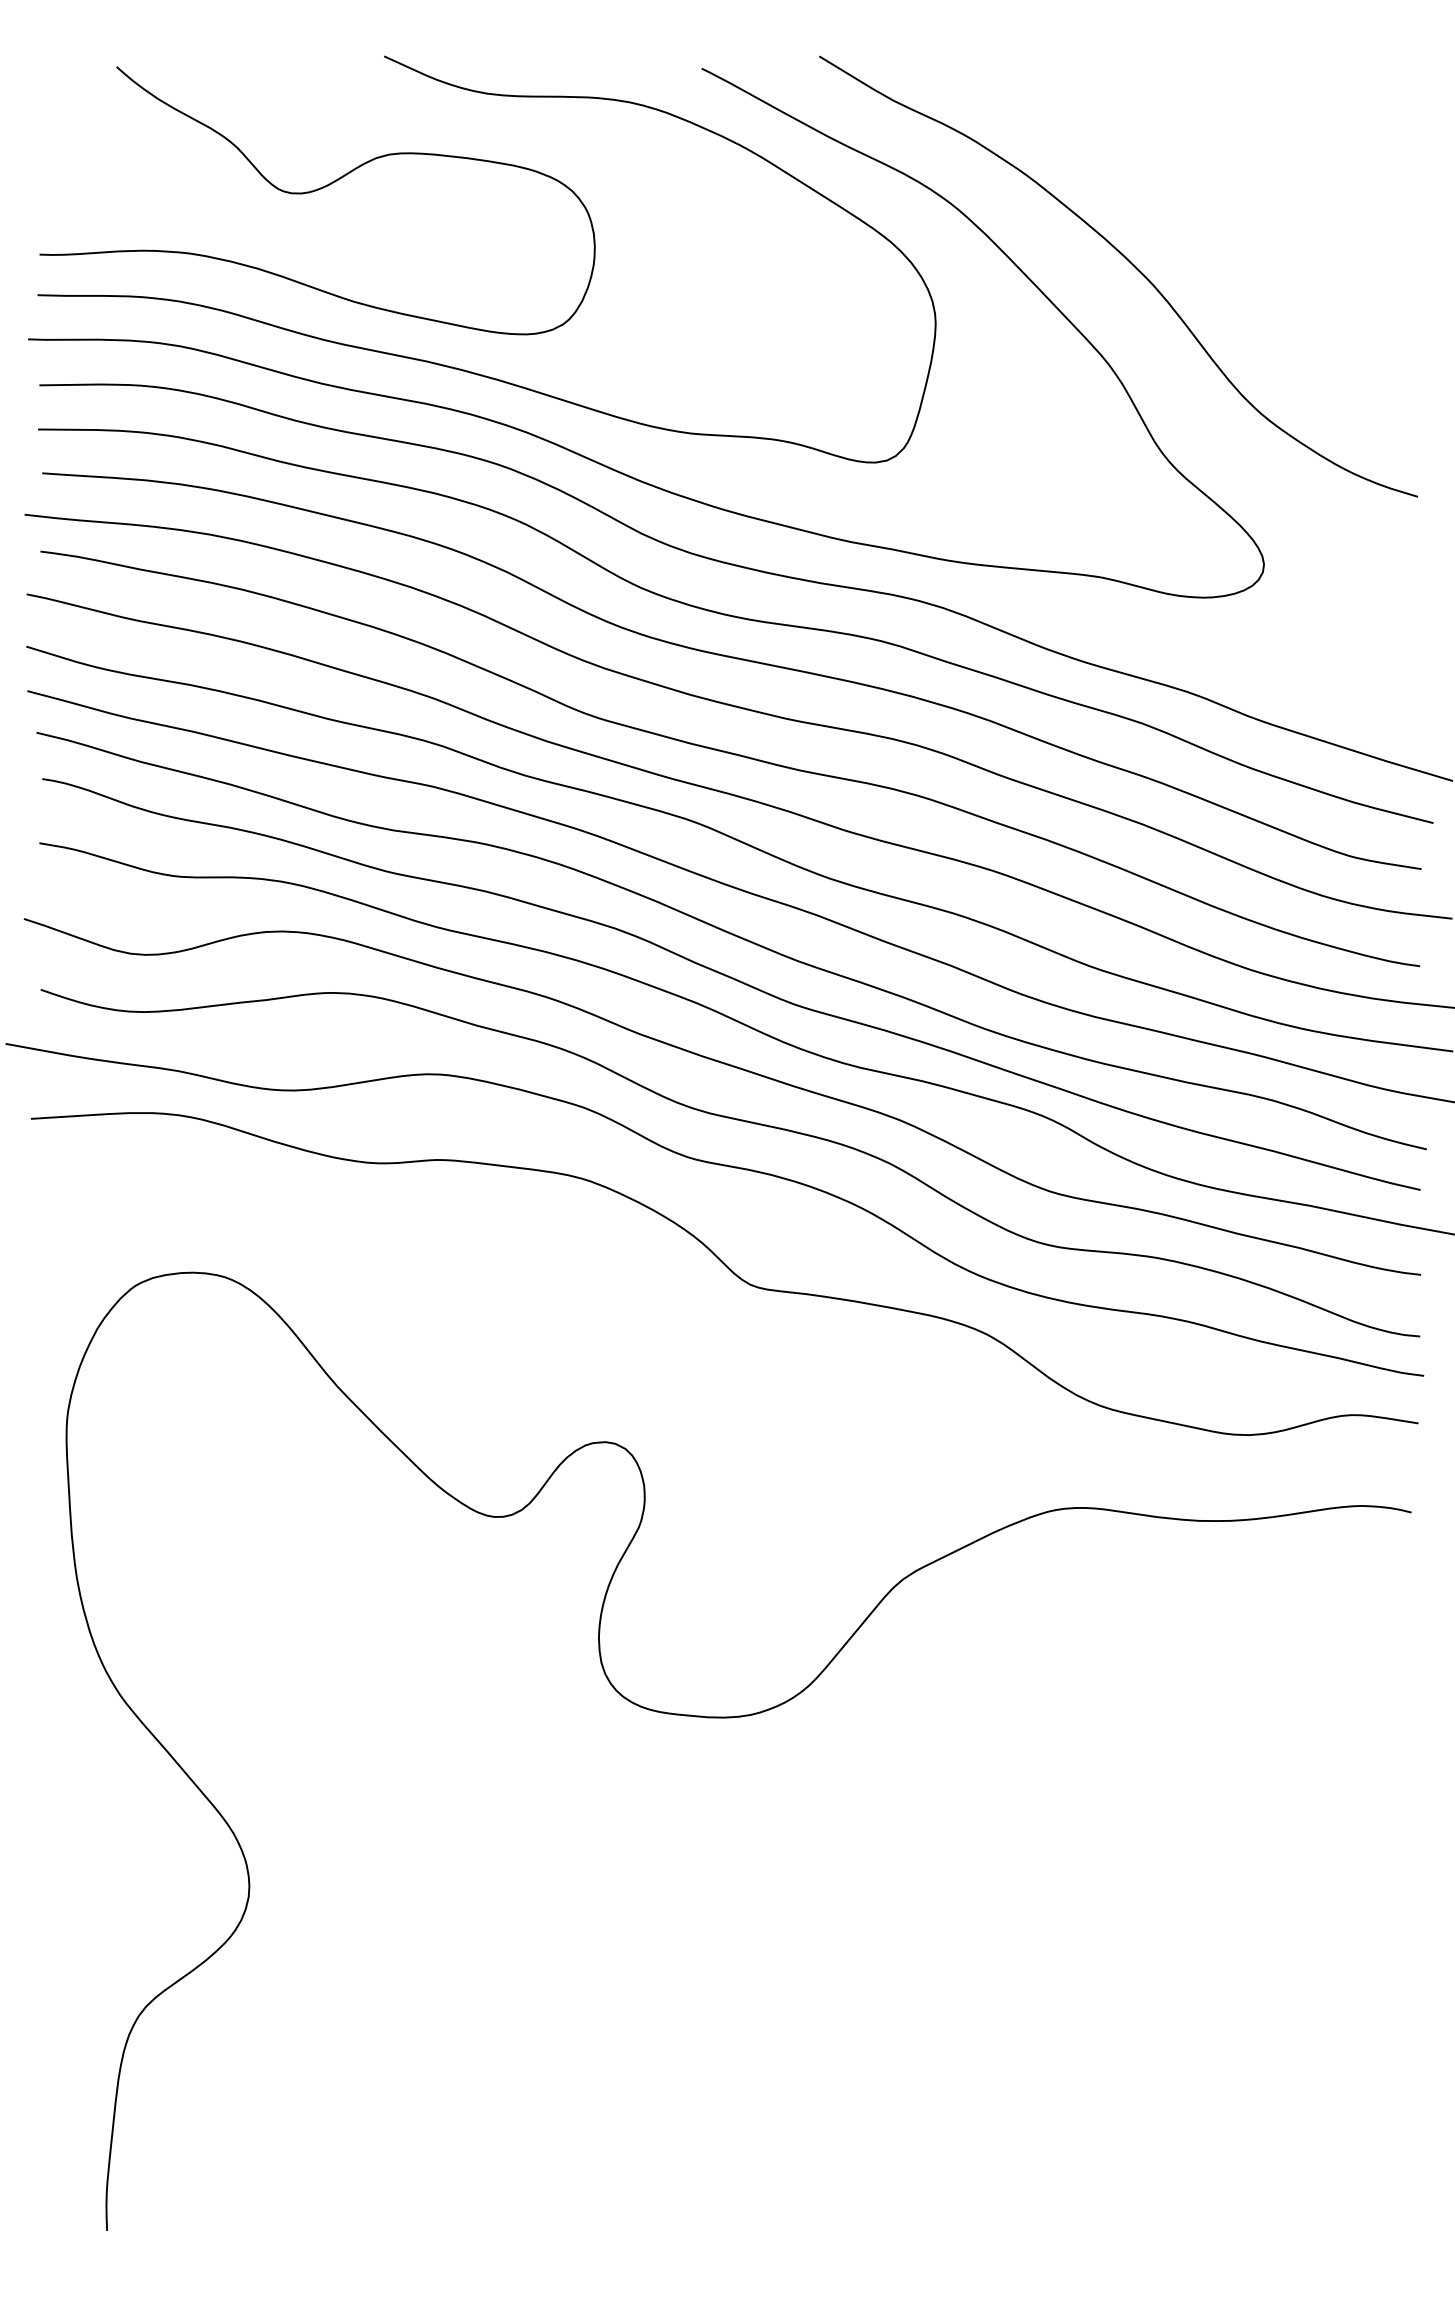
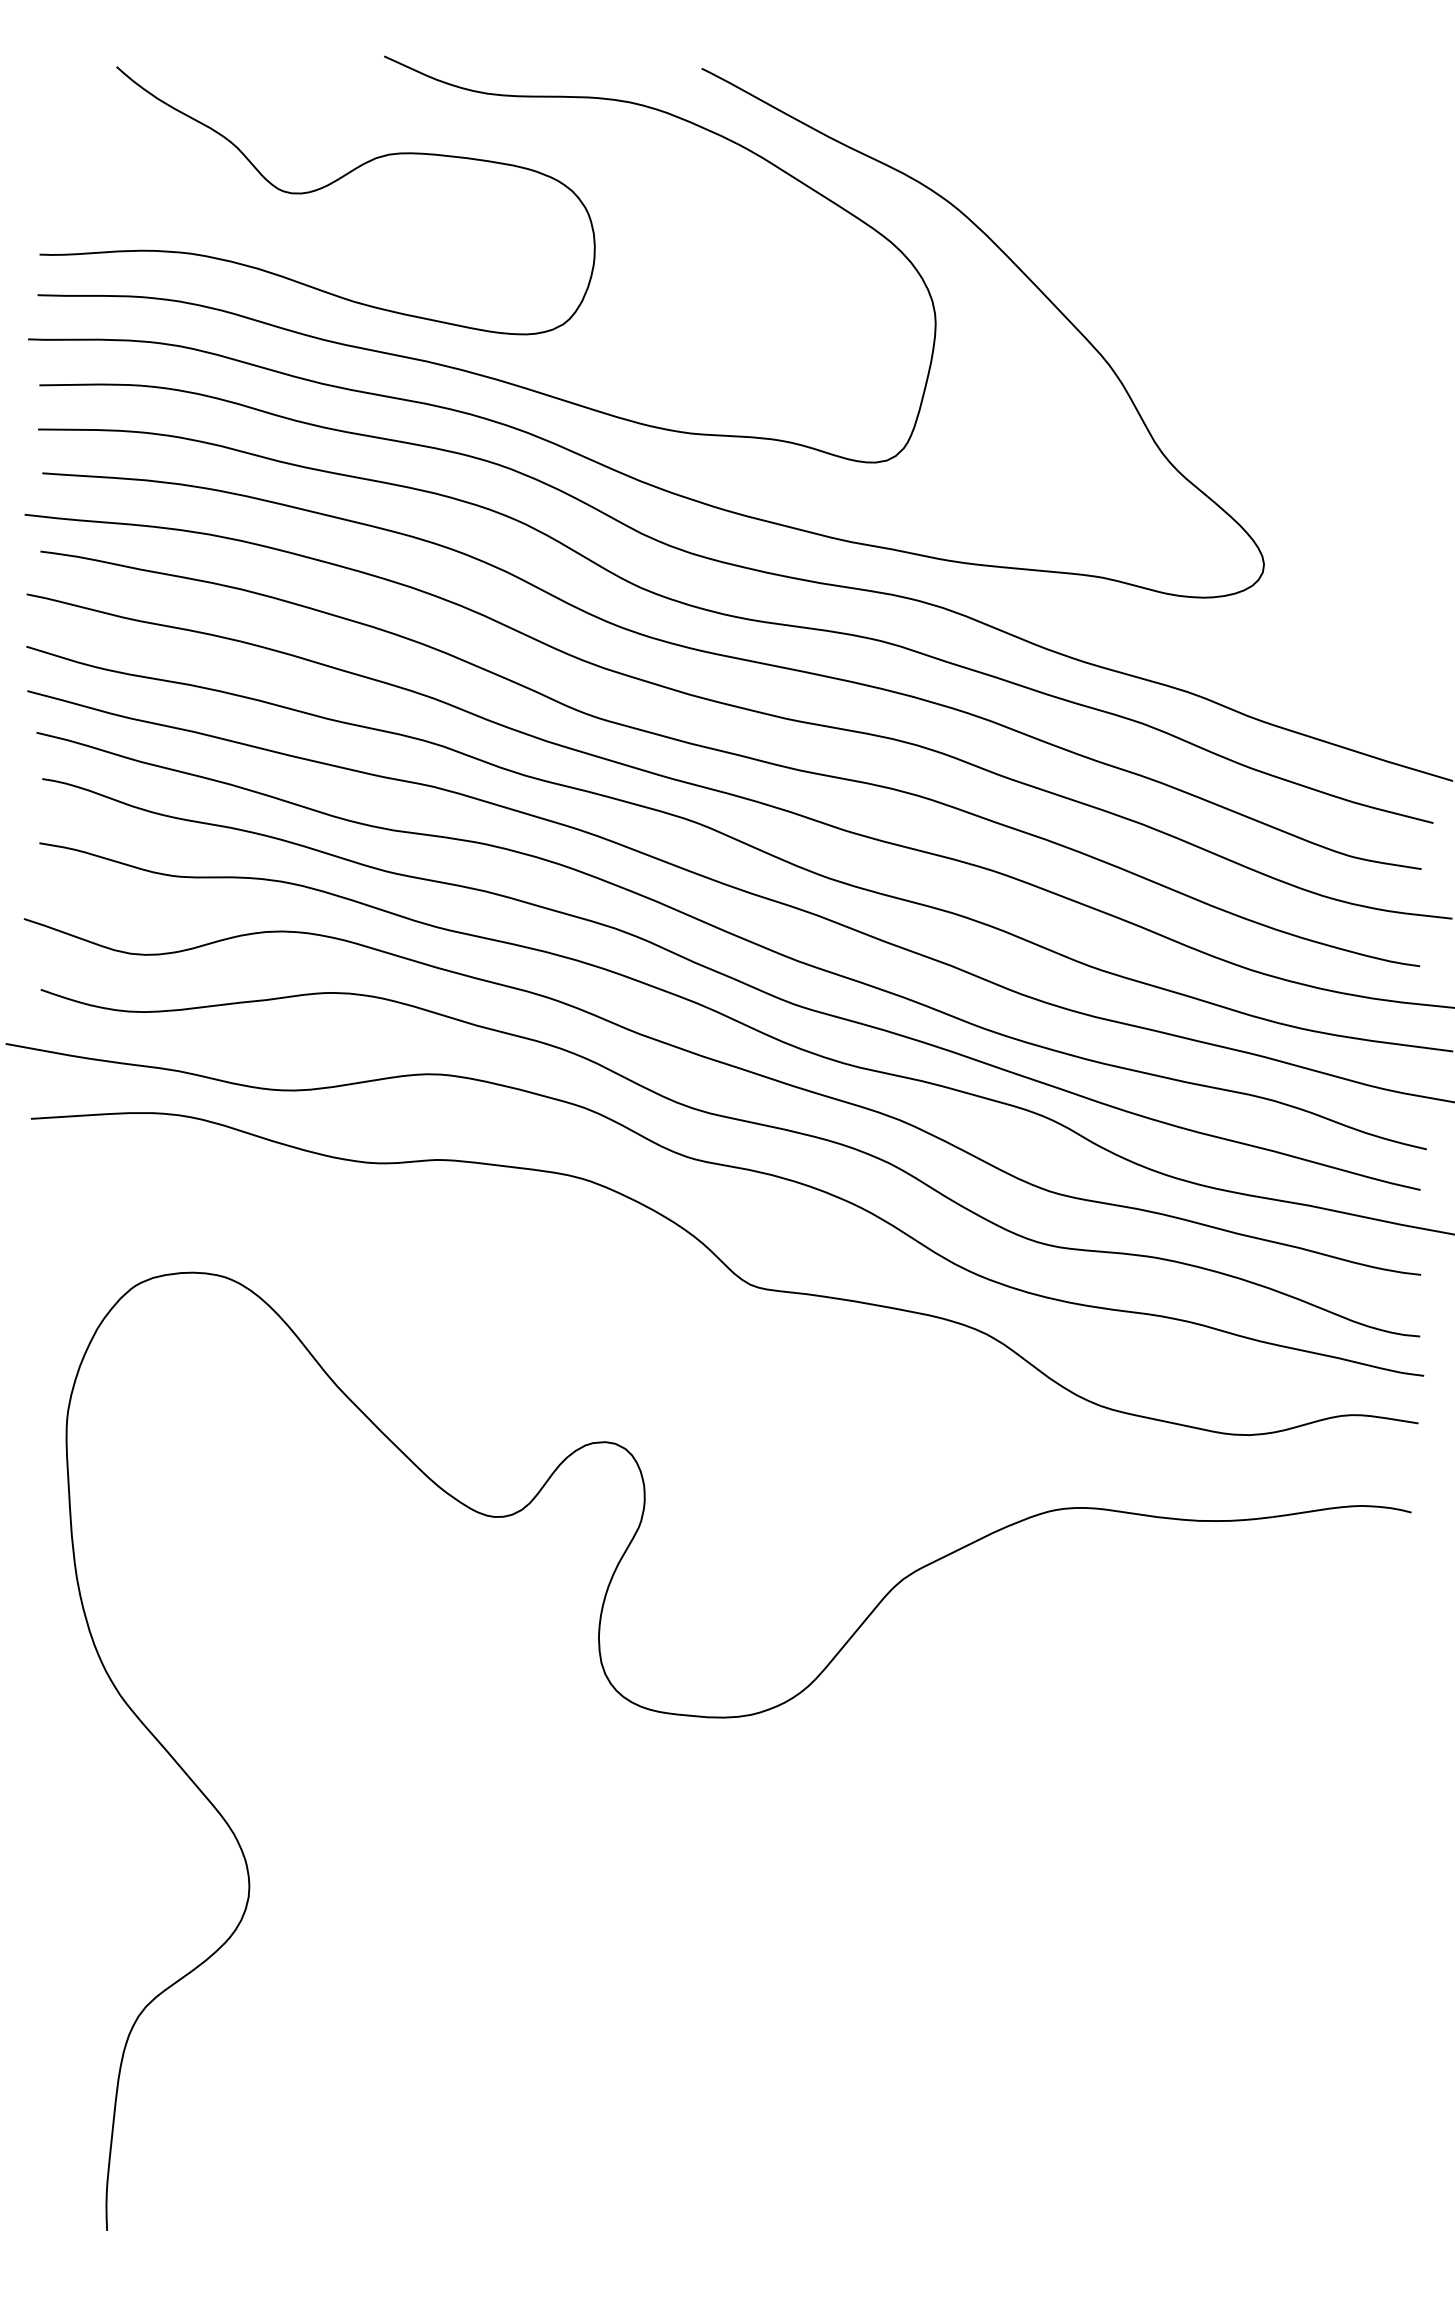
curve at (1130, 263): present -> none
